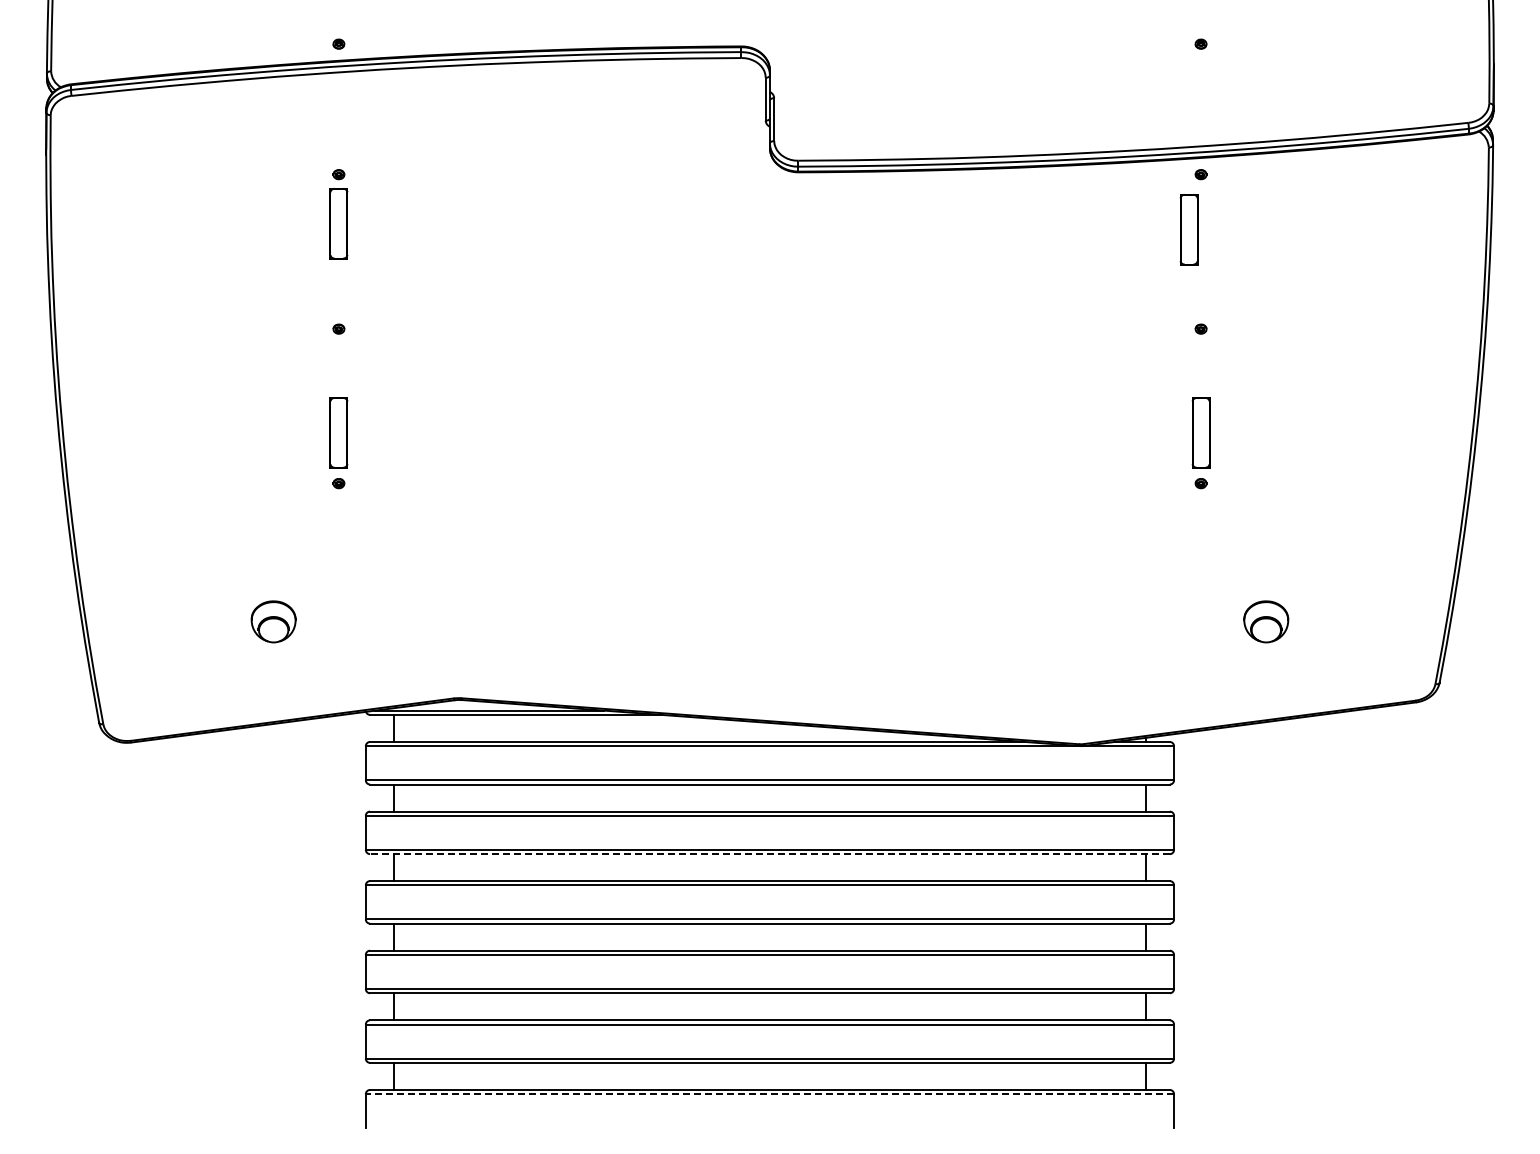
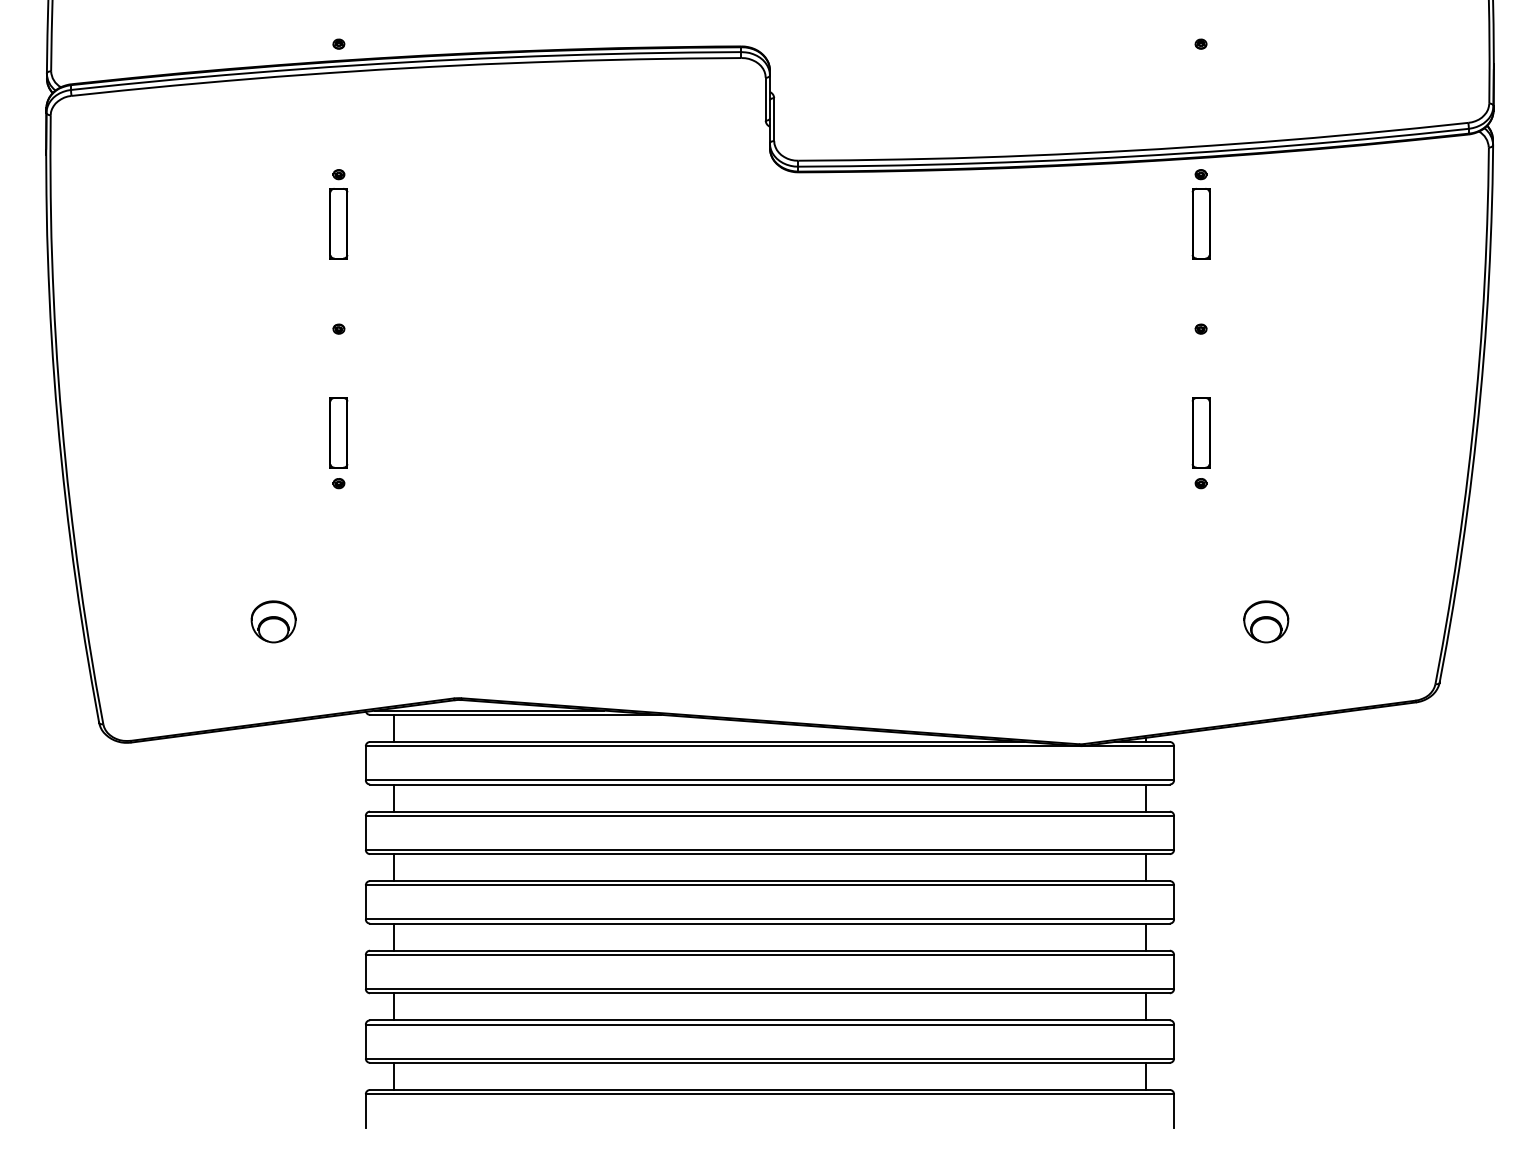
part at (1188, 229) position: (1188, 229) -> (1200, 223)
line at (769, 854): dashed -> solid
line at (769, 1094): dashed -> solid
